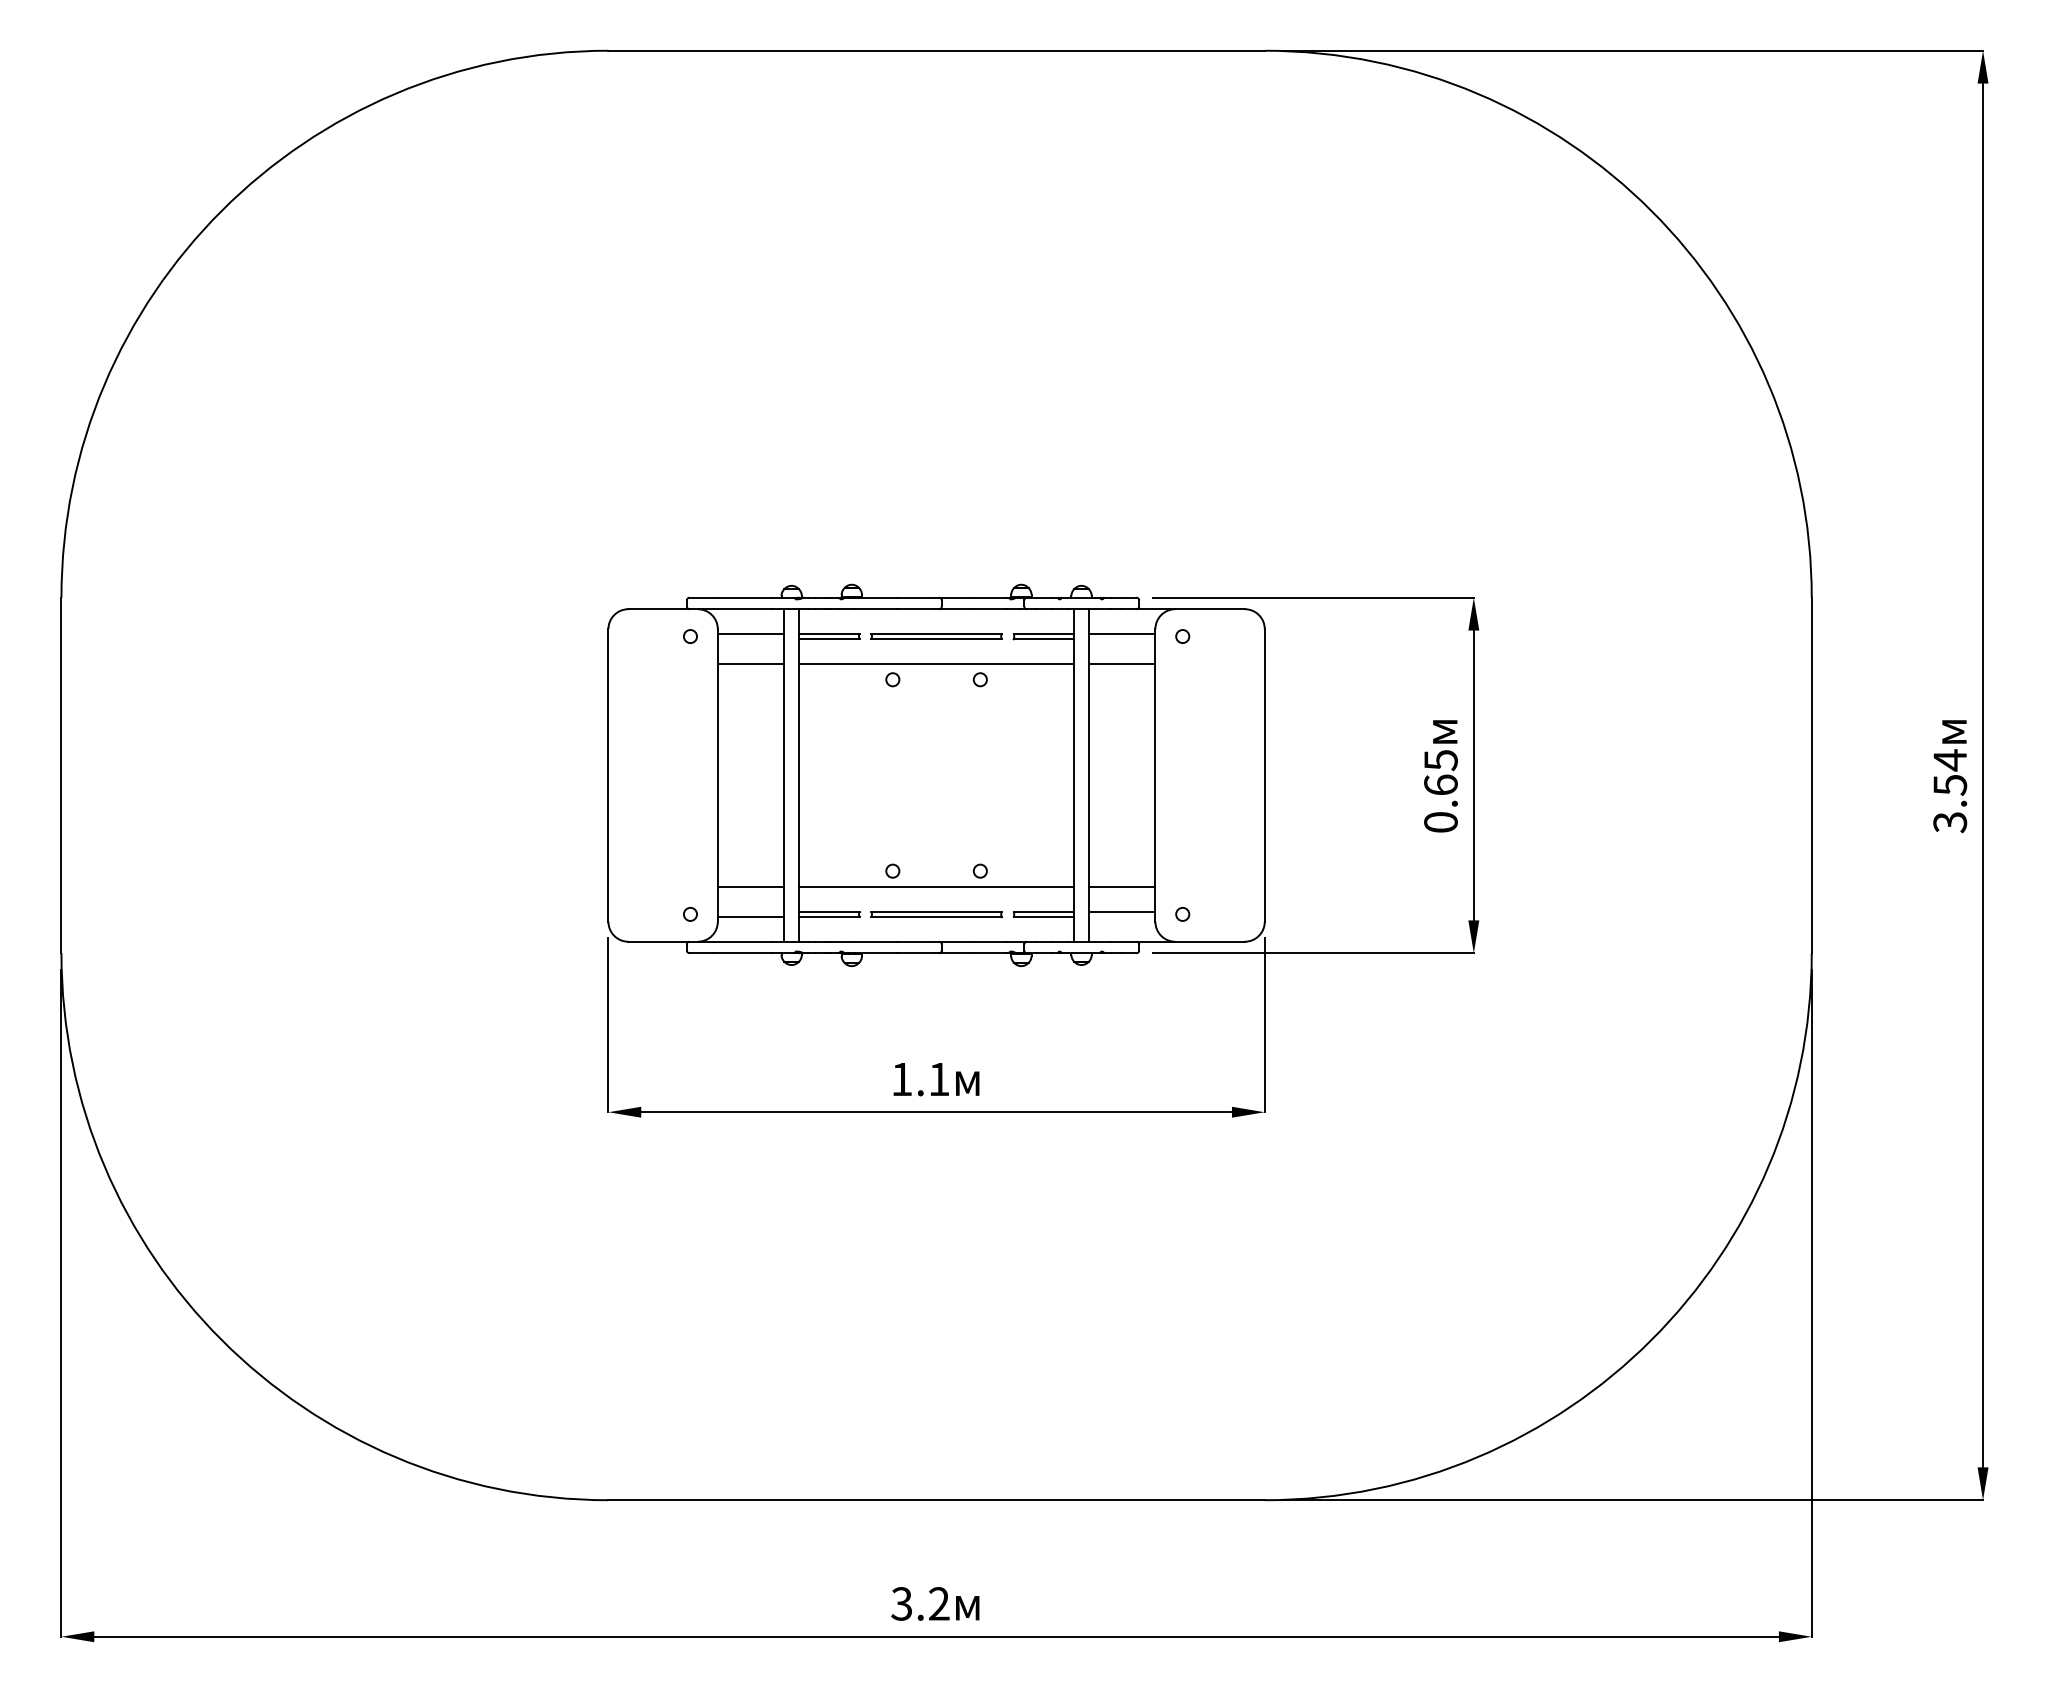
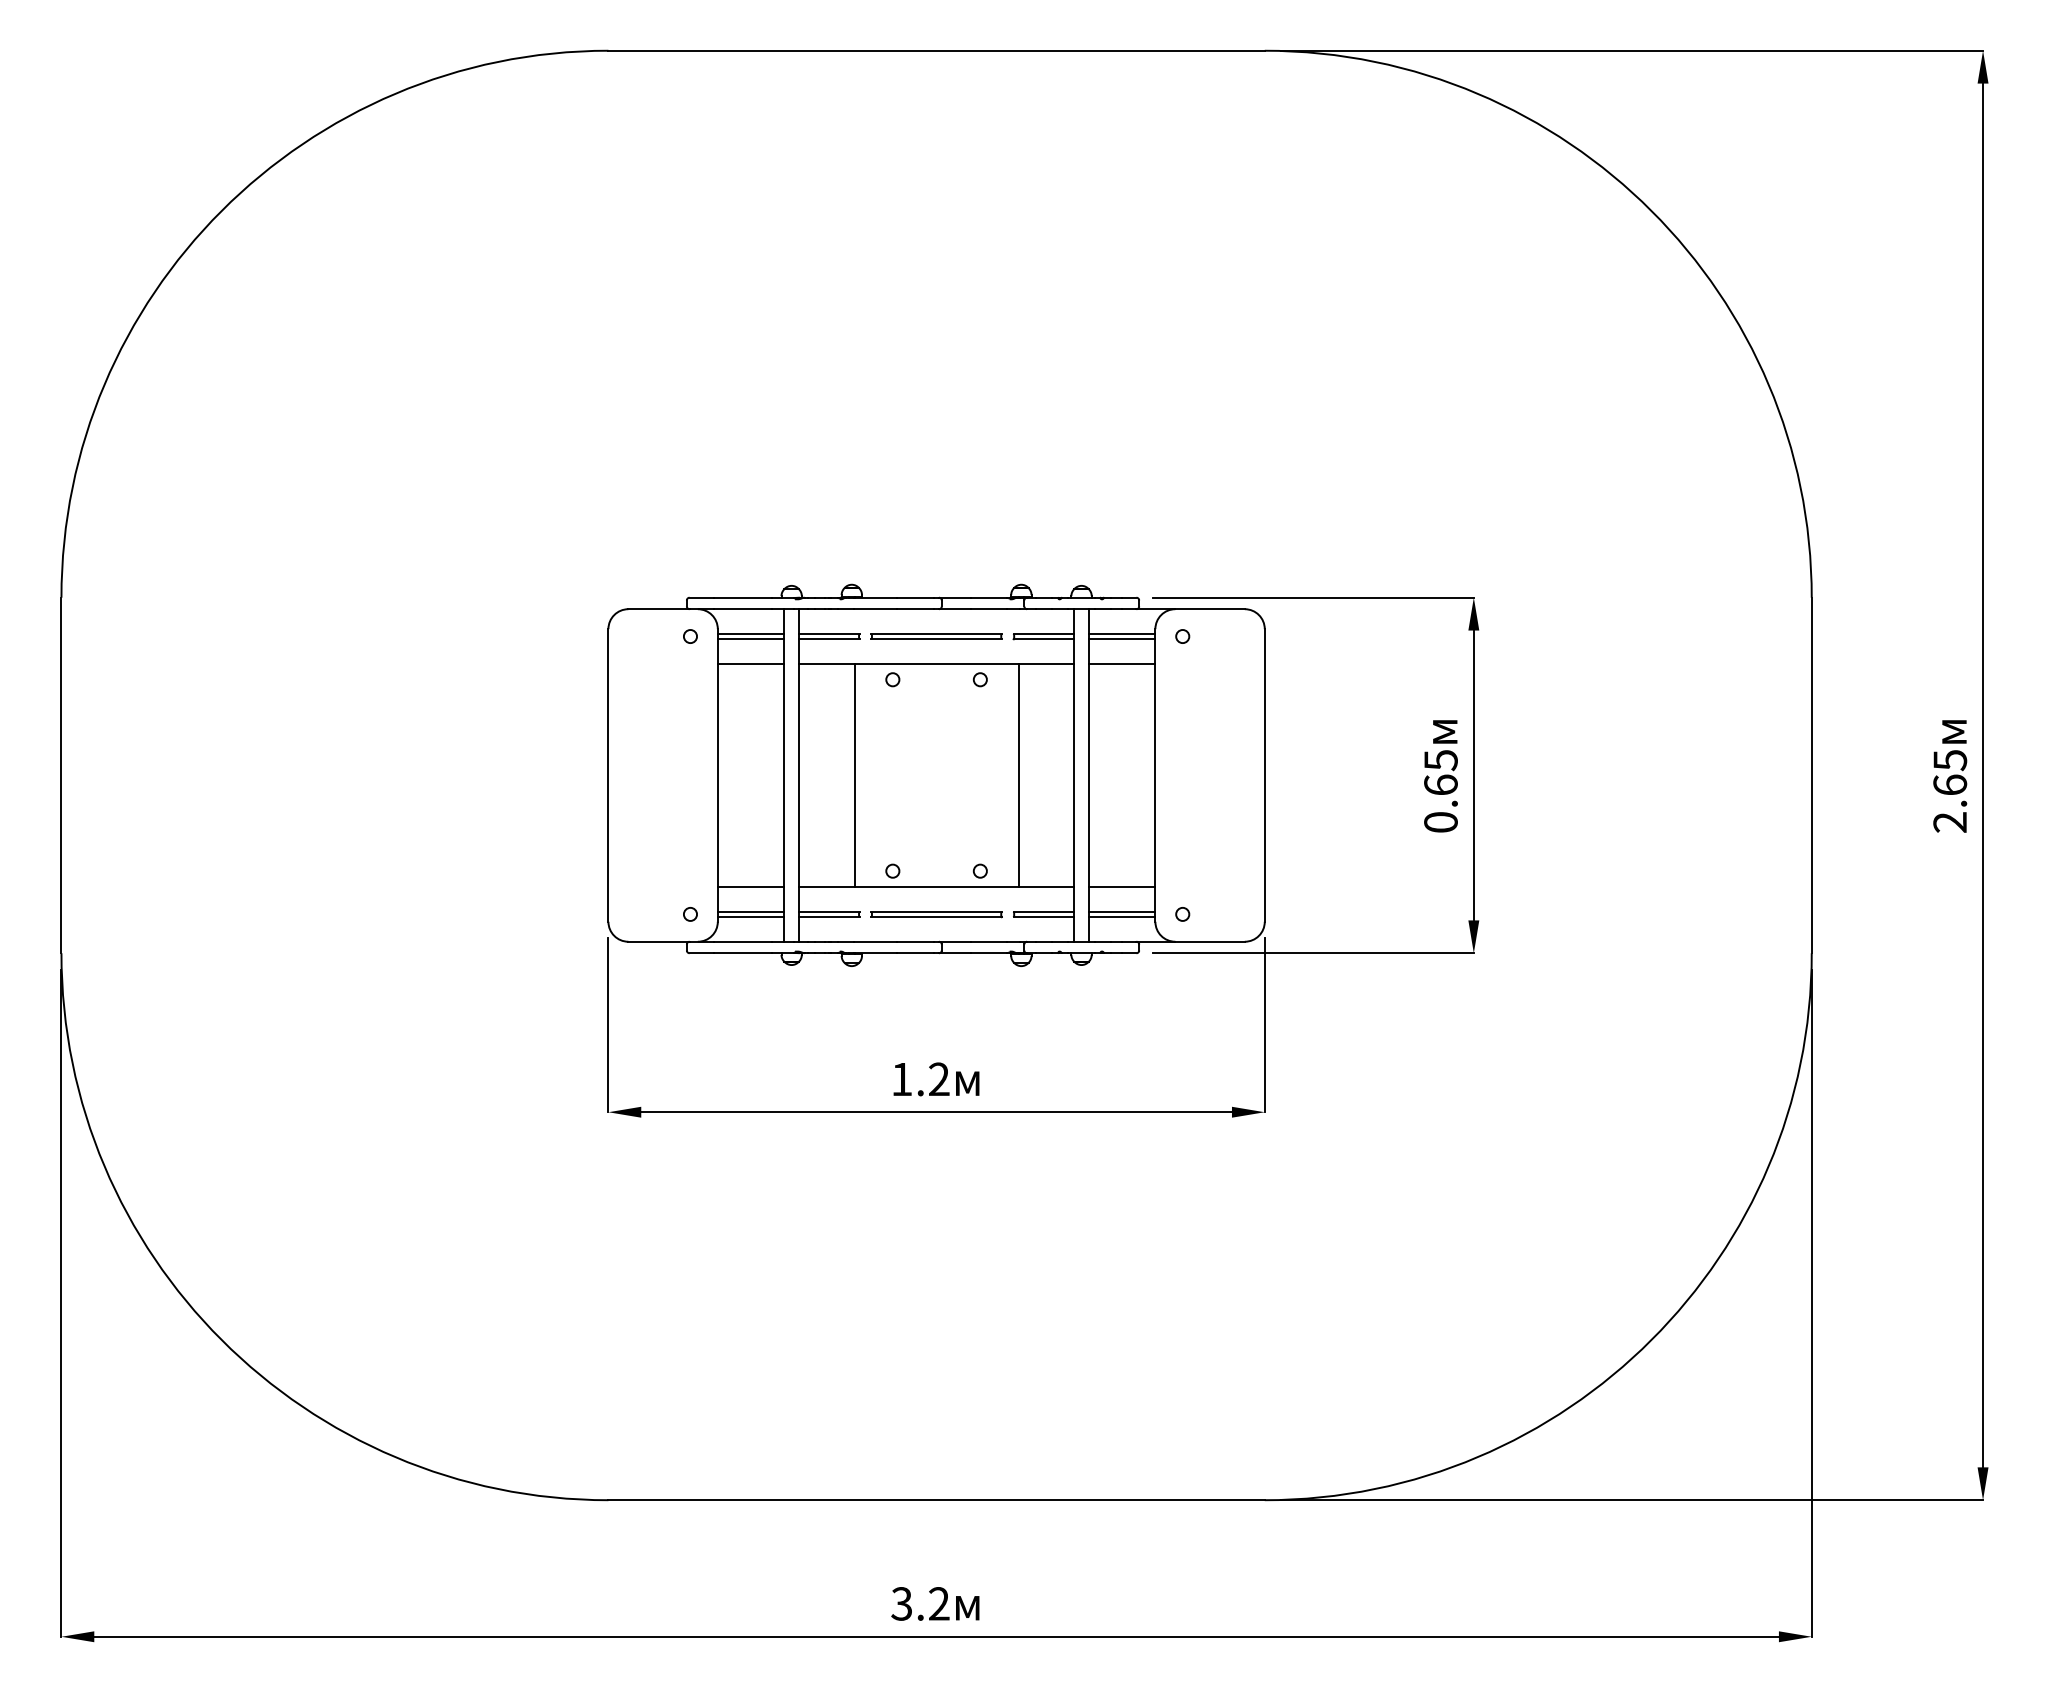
line at (750, 639): none -> present
line at (1121, 639): none -> present
line at (854, 775): none -> present
line at (1018, 775): none -> present
text at (1950, 791): 3.54 -> 2.65
line at (750, 911): none -> present
line at (1121, 917): none -> present
text at (939, 1078): 1.1 -> 1.2
